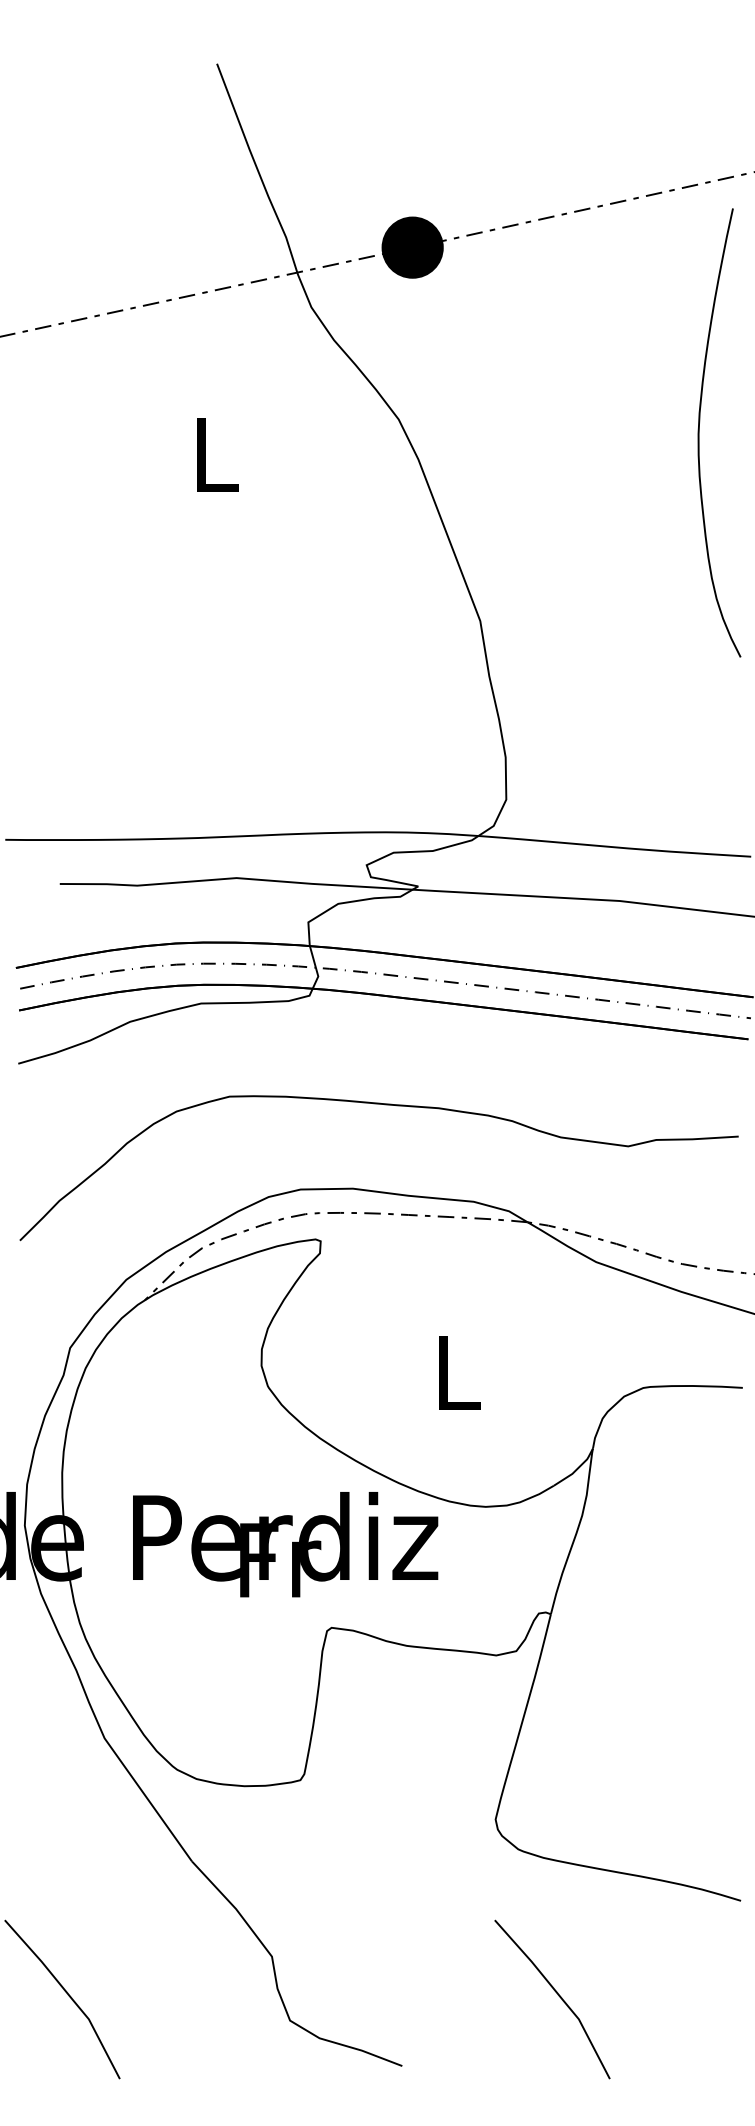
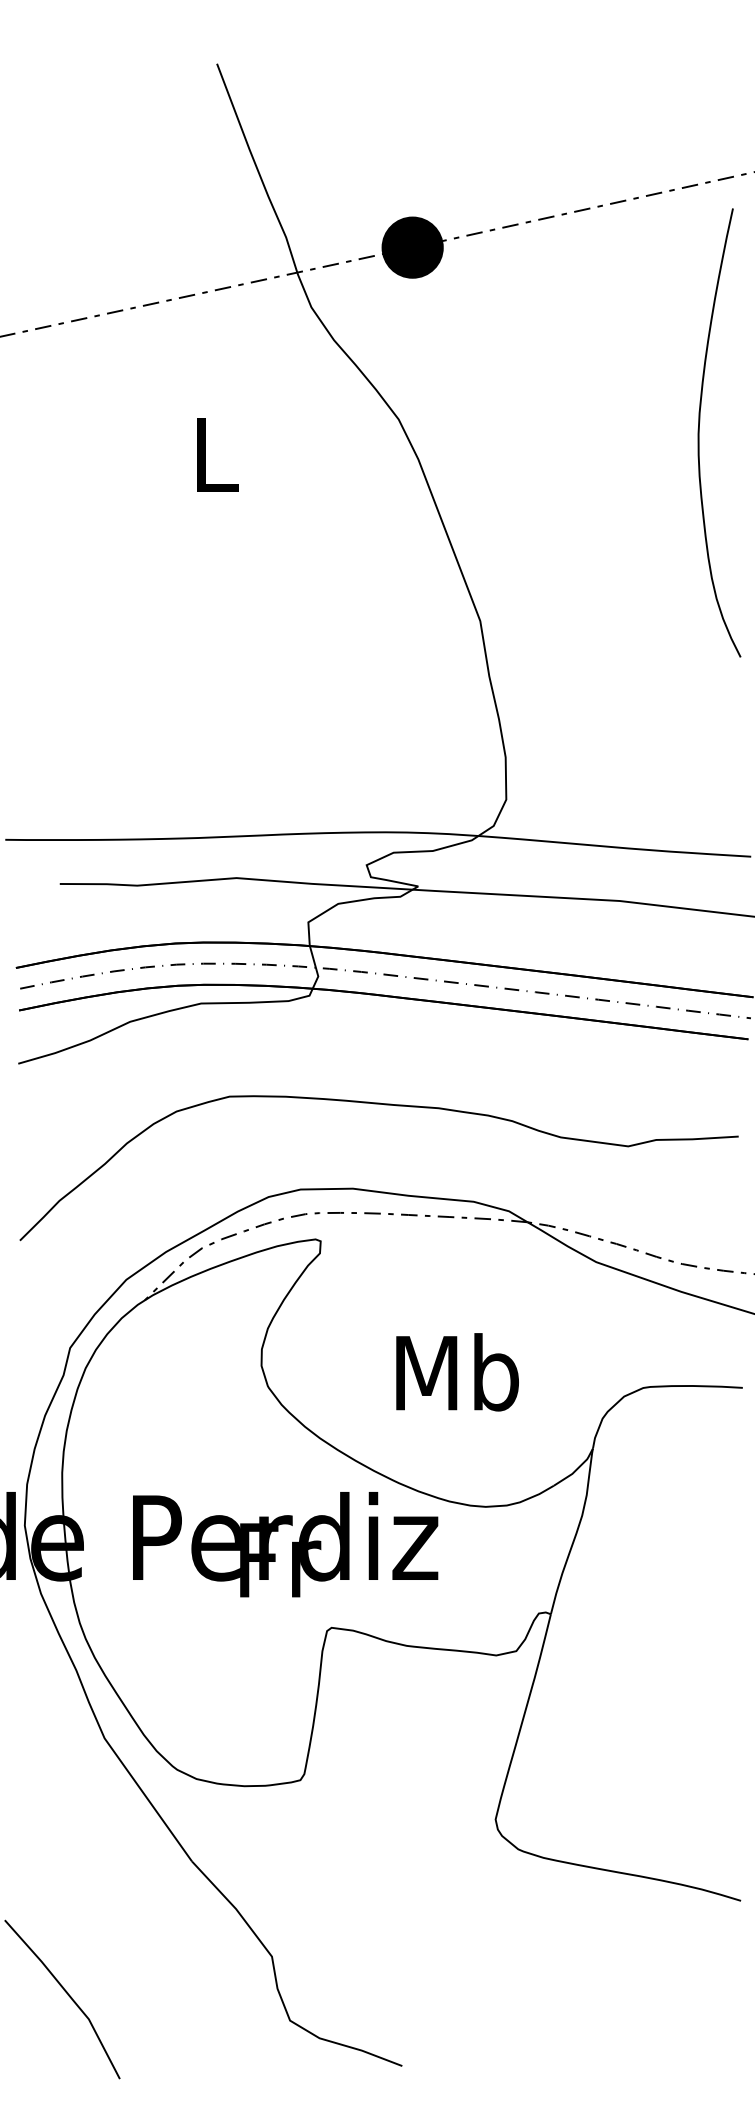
text at (457, 1372): L -> Mb
curve at (558, 1996): present -> none
